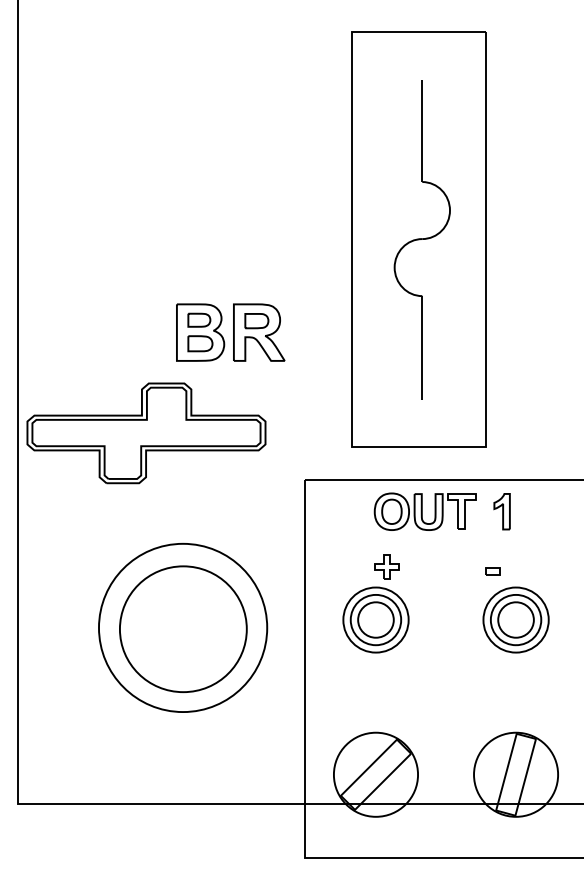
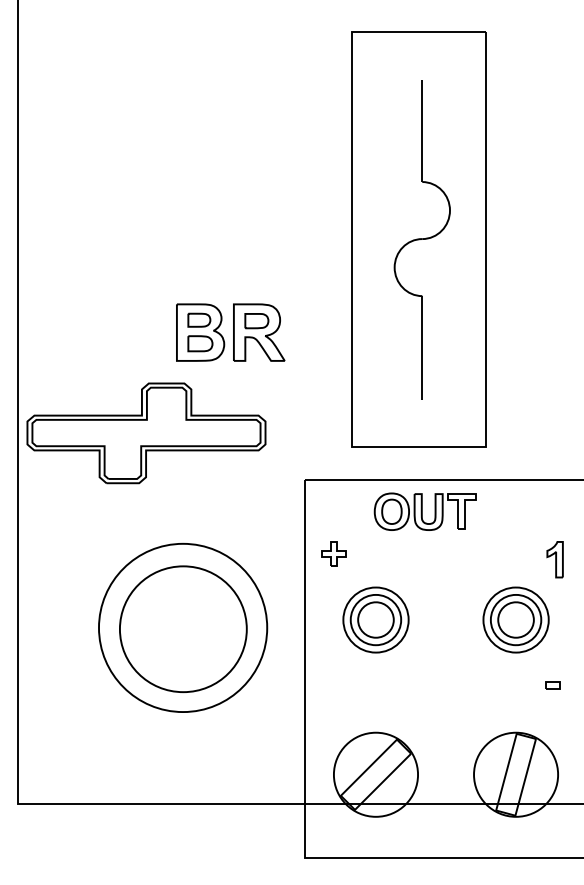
part at (501, 511) position: (501, 511) -> (554, 559)
part at (386, 566) position: (386, 566) -> (333, 553)
part at (492, 571) position: (492, 571) -> (552, 685)
